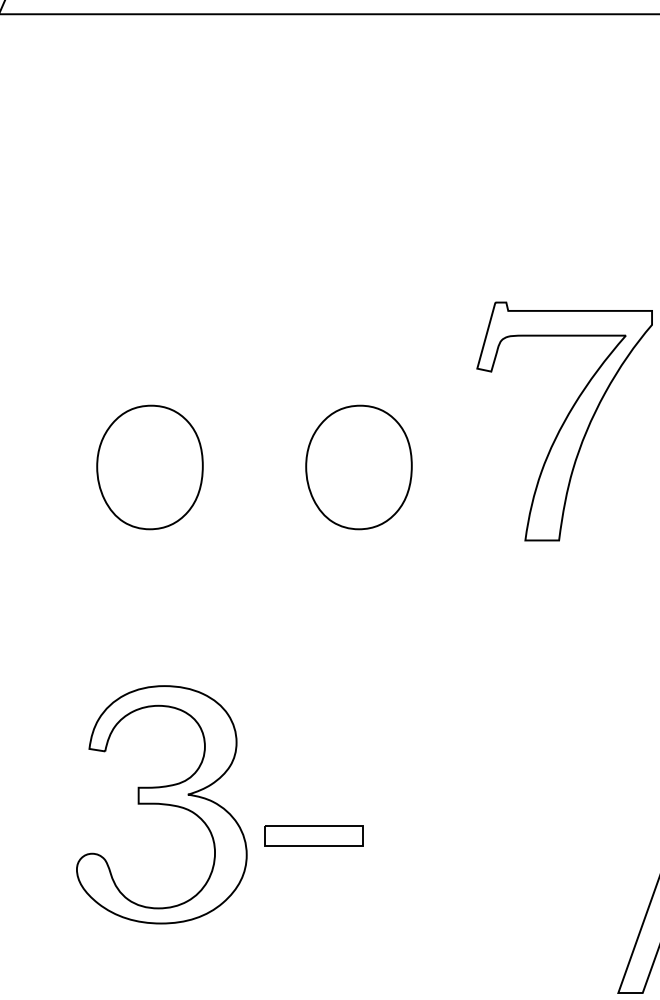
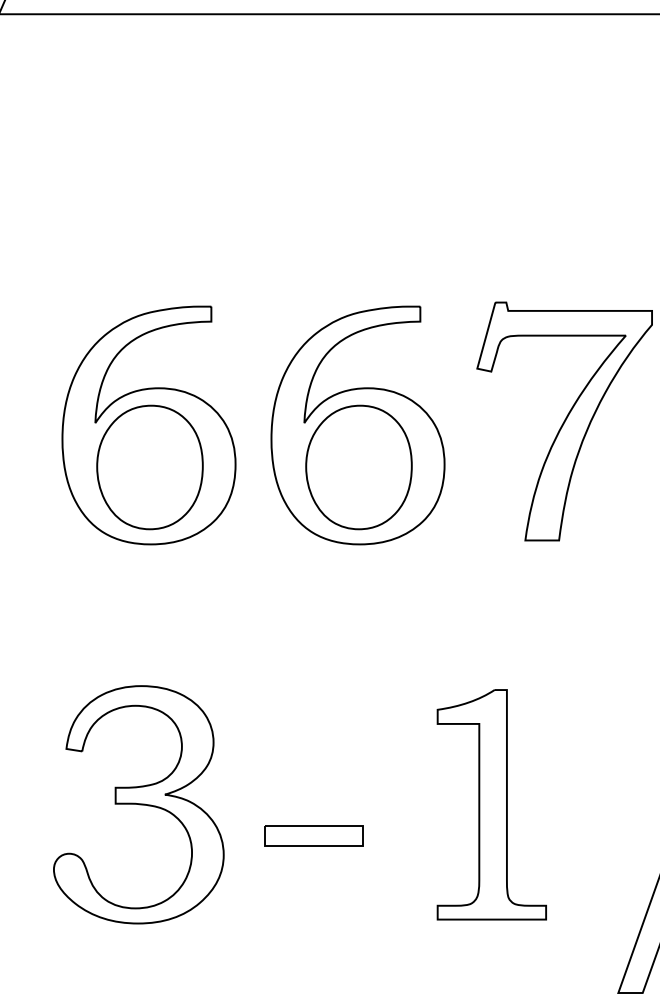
part at (148, 425): none -> present
part at (357, 425): none -> present
part at (161, 804) position: (161, 804) -> (138, 804)
part at (491, 804): none -> present
